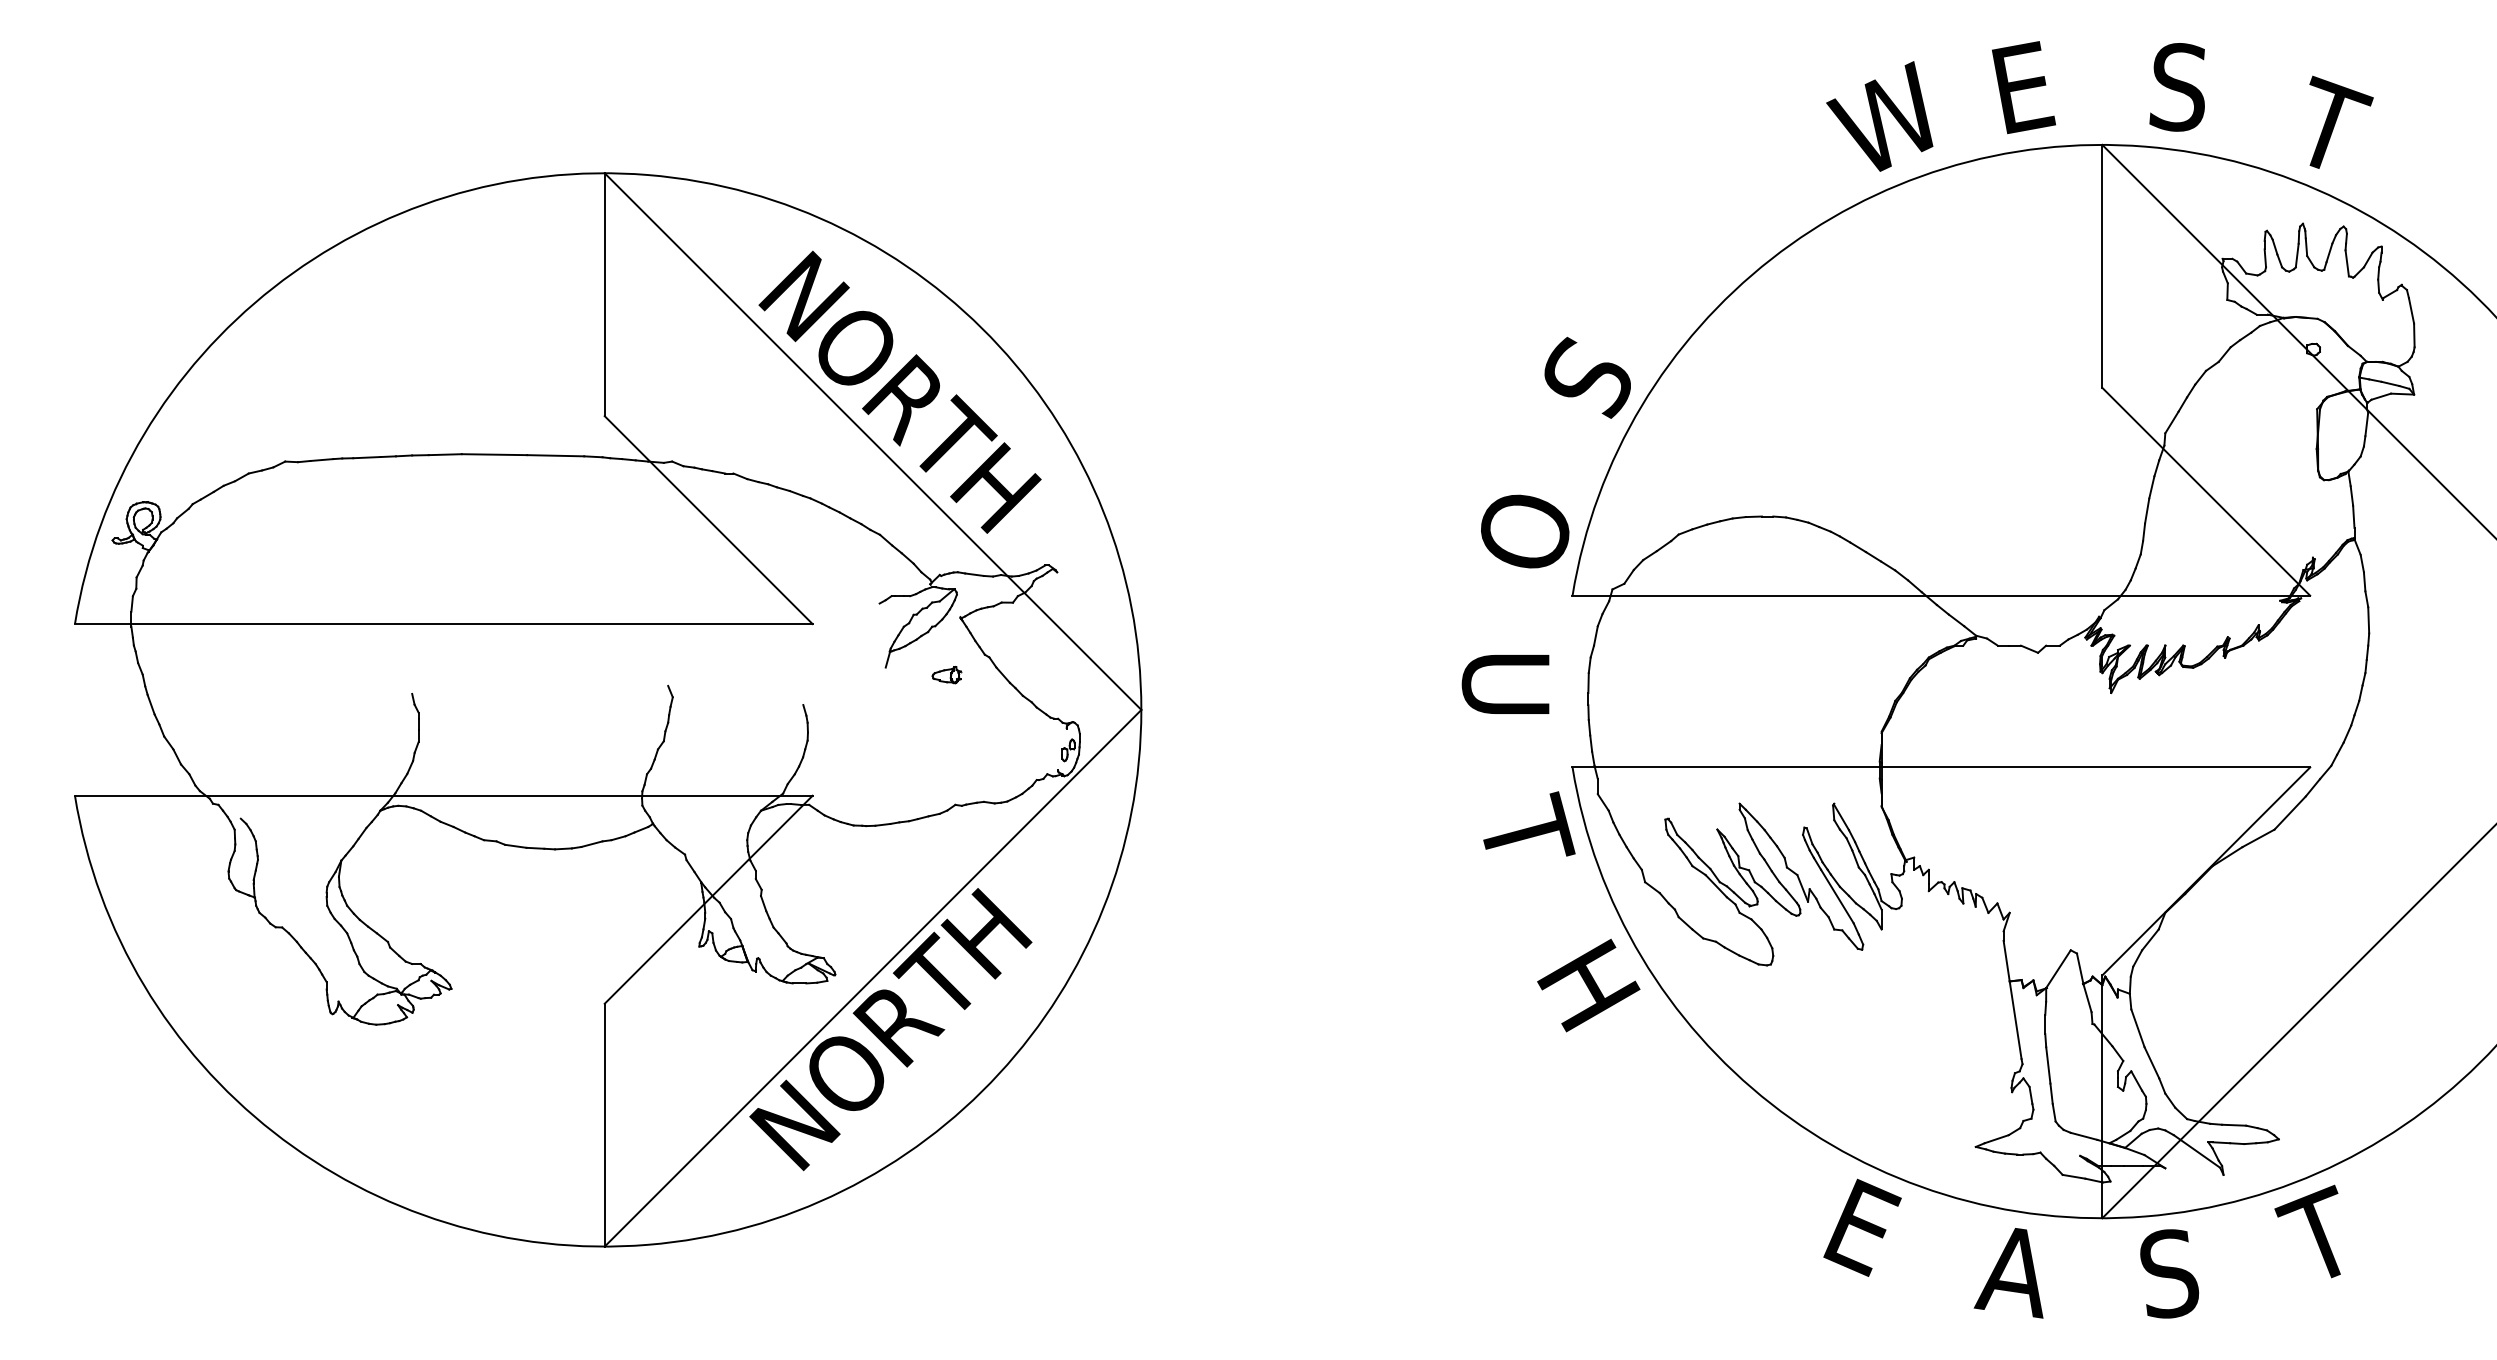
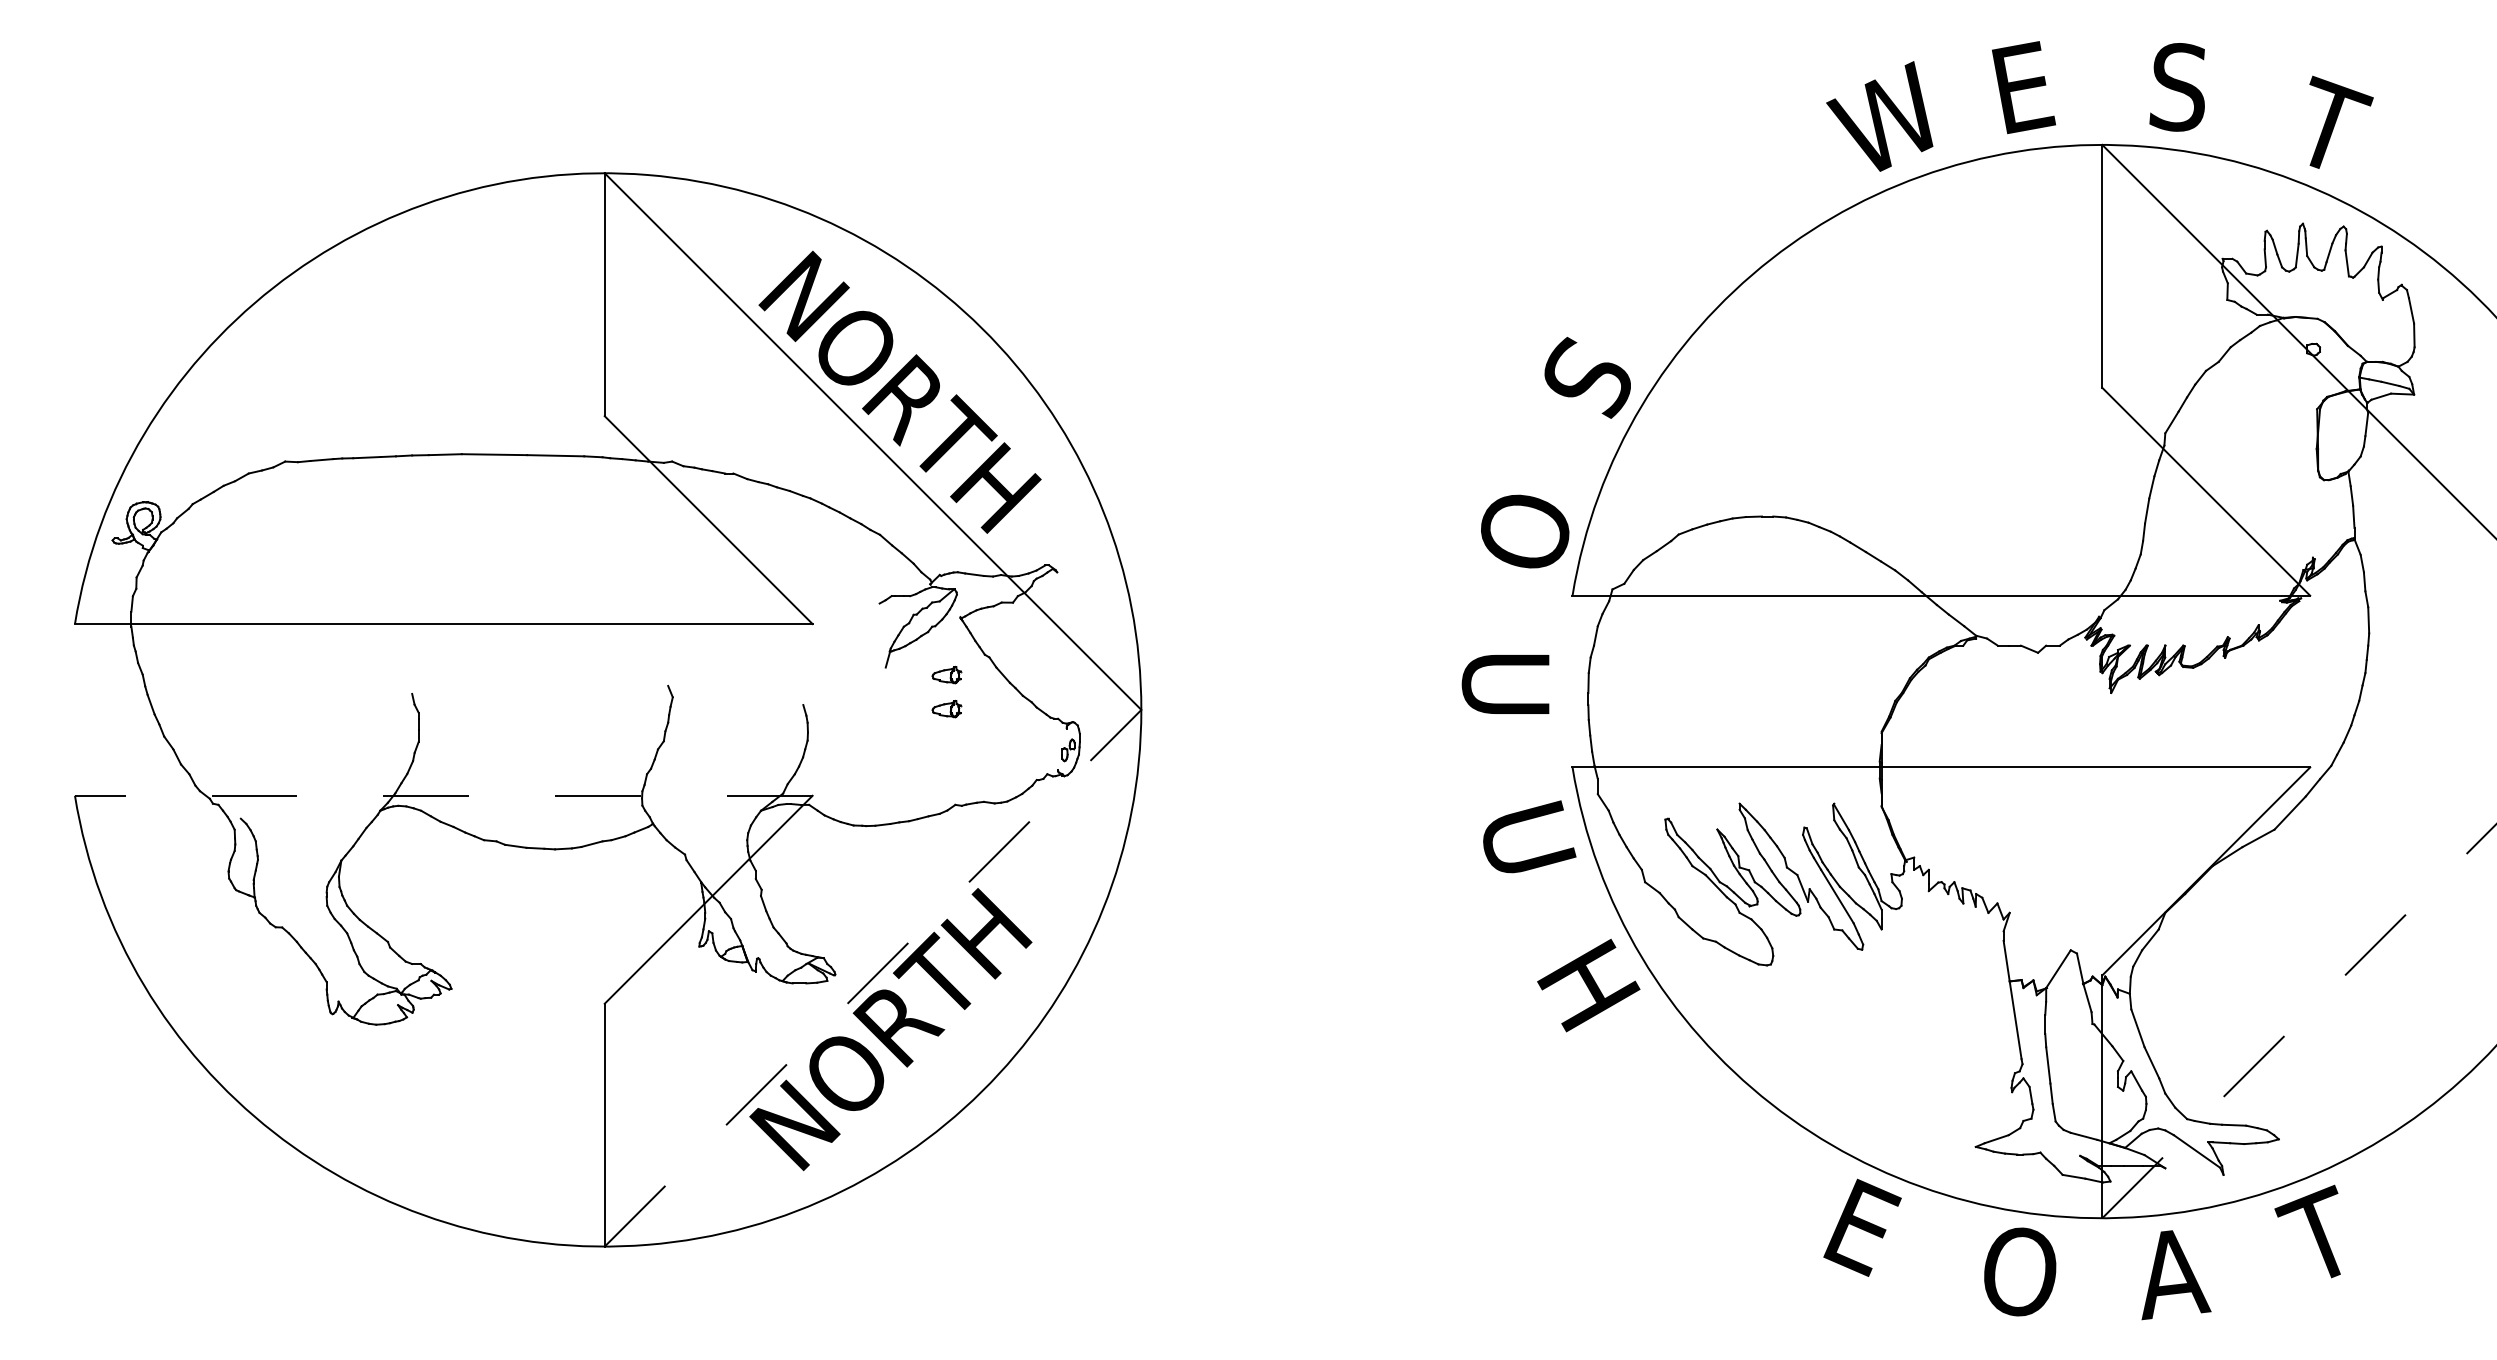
part at (946, 708): none -> present
line at (443, 795): solid -> dashed
text at (1529, 832): T -> U
line at (873, 977): solid -> dashed
line at (2299, 1020): solid -> dashed
text at (2014, 1272): A -> O
text at (2175, 1274): S -> A
